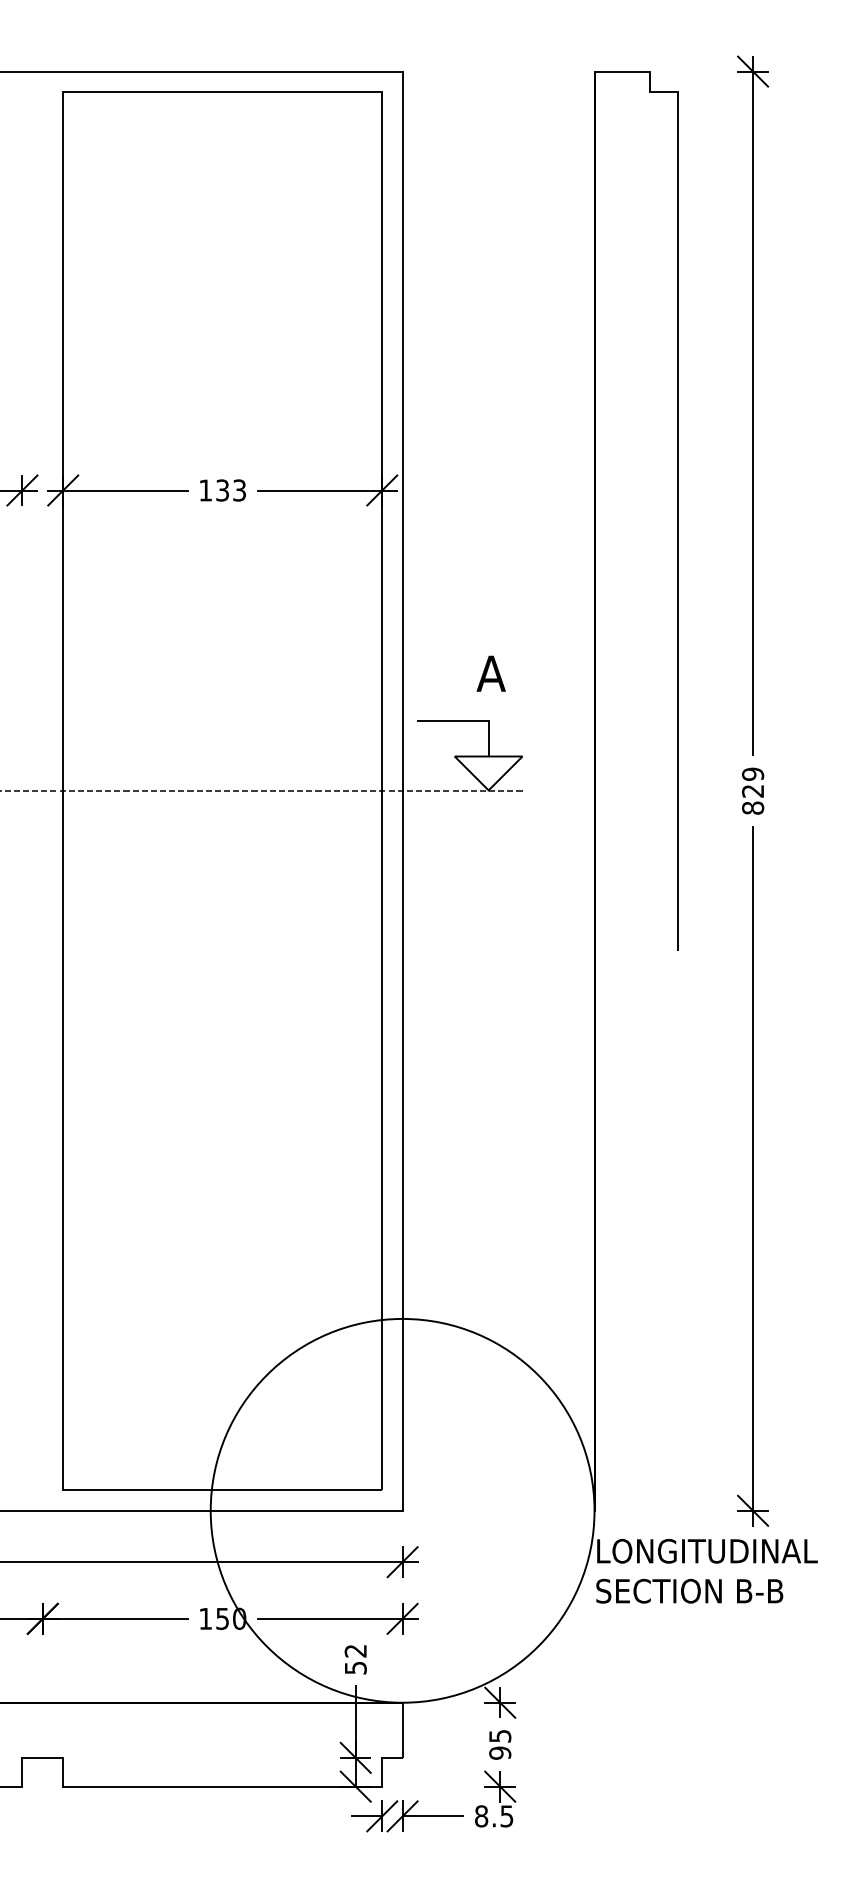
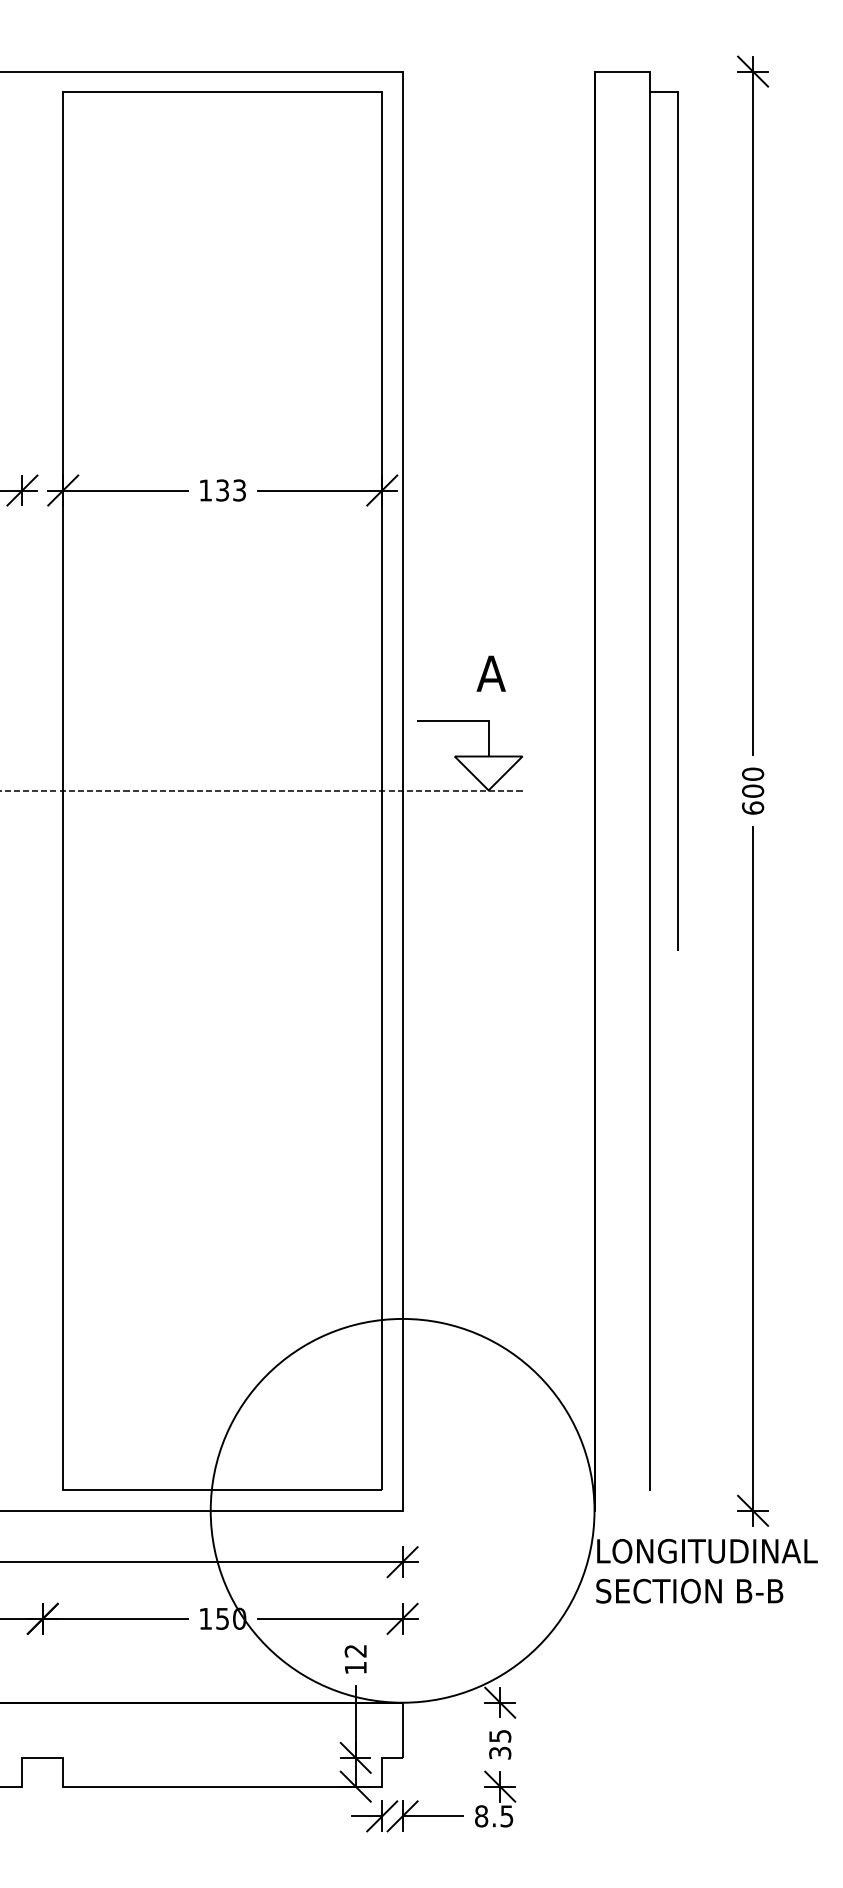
text at (753, 790): 829 -> 600
line at (649, 791): none -> present
text at (355, 1667): 52 -> 12
text at (500, 1752): 95 -> 35
